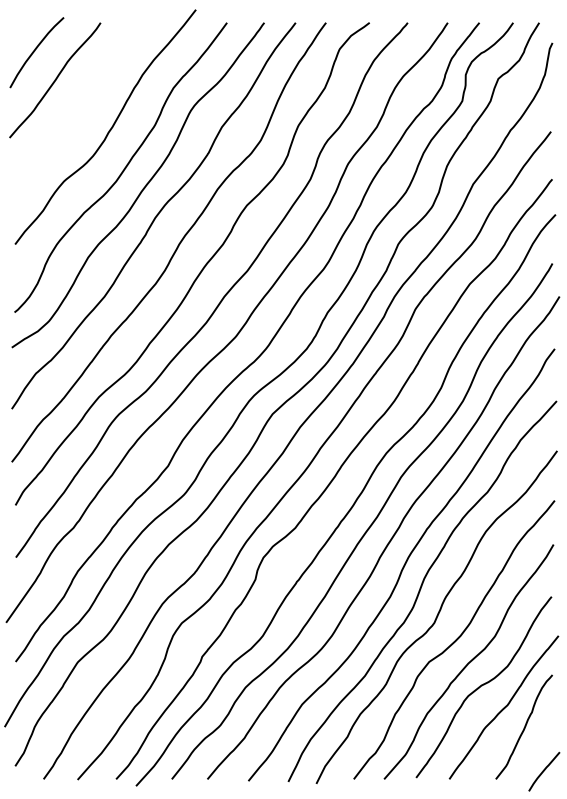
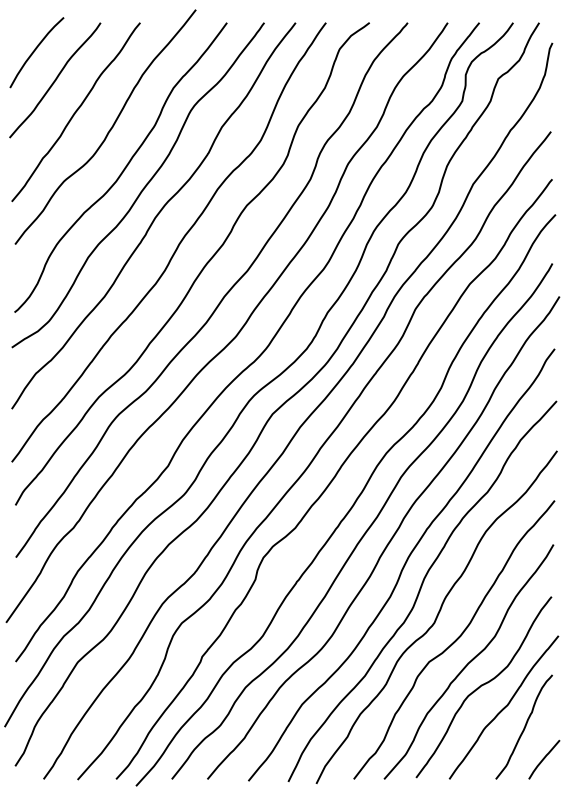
curve at (75, 112): none -> present
curve at (544, 771) position: (544, 771) -> (544, 759)
